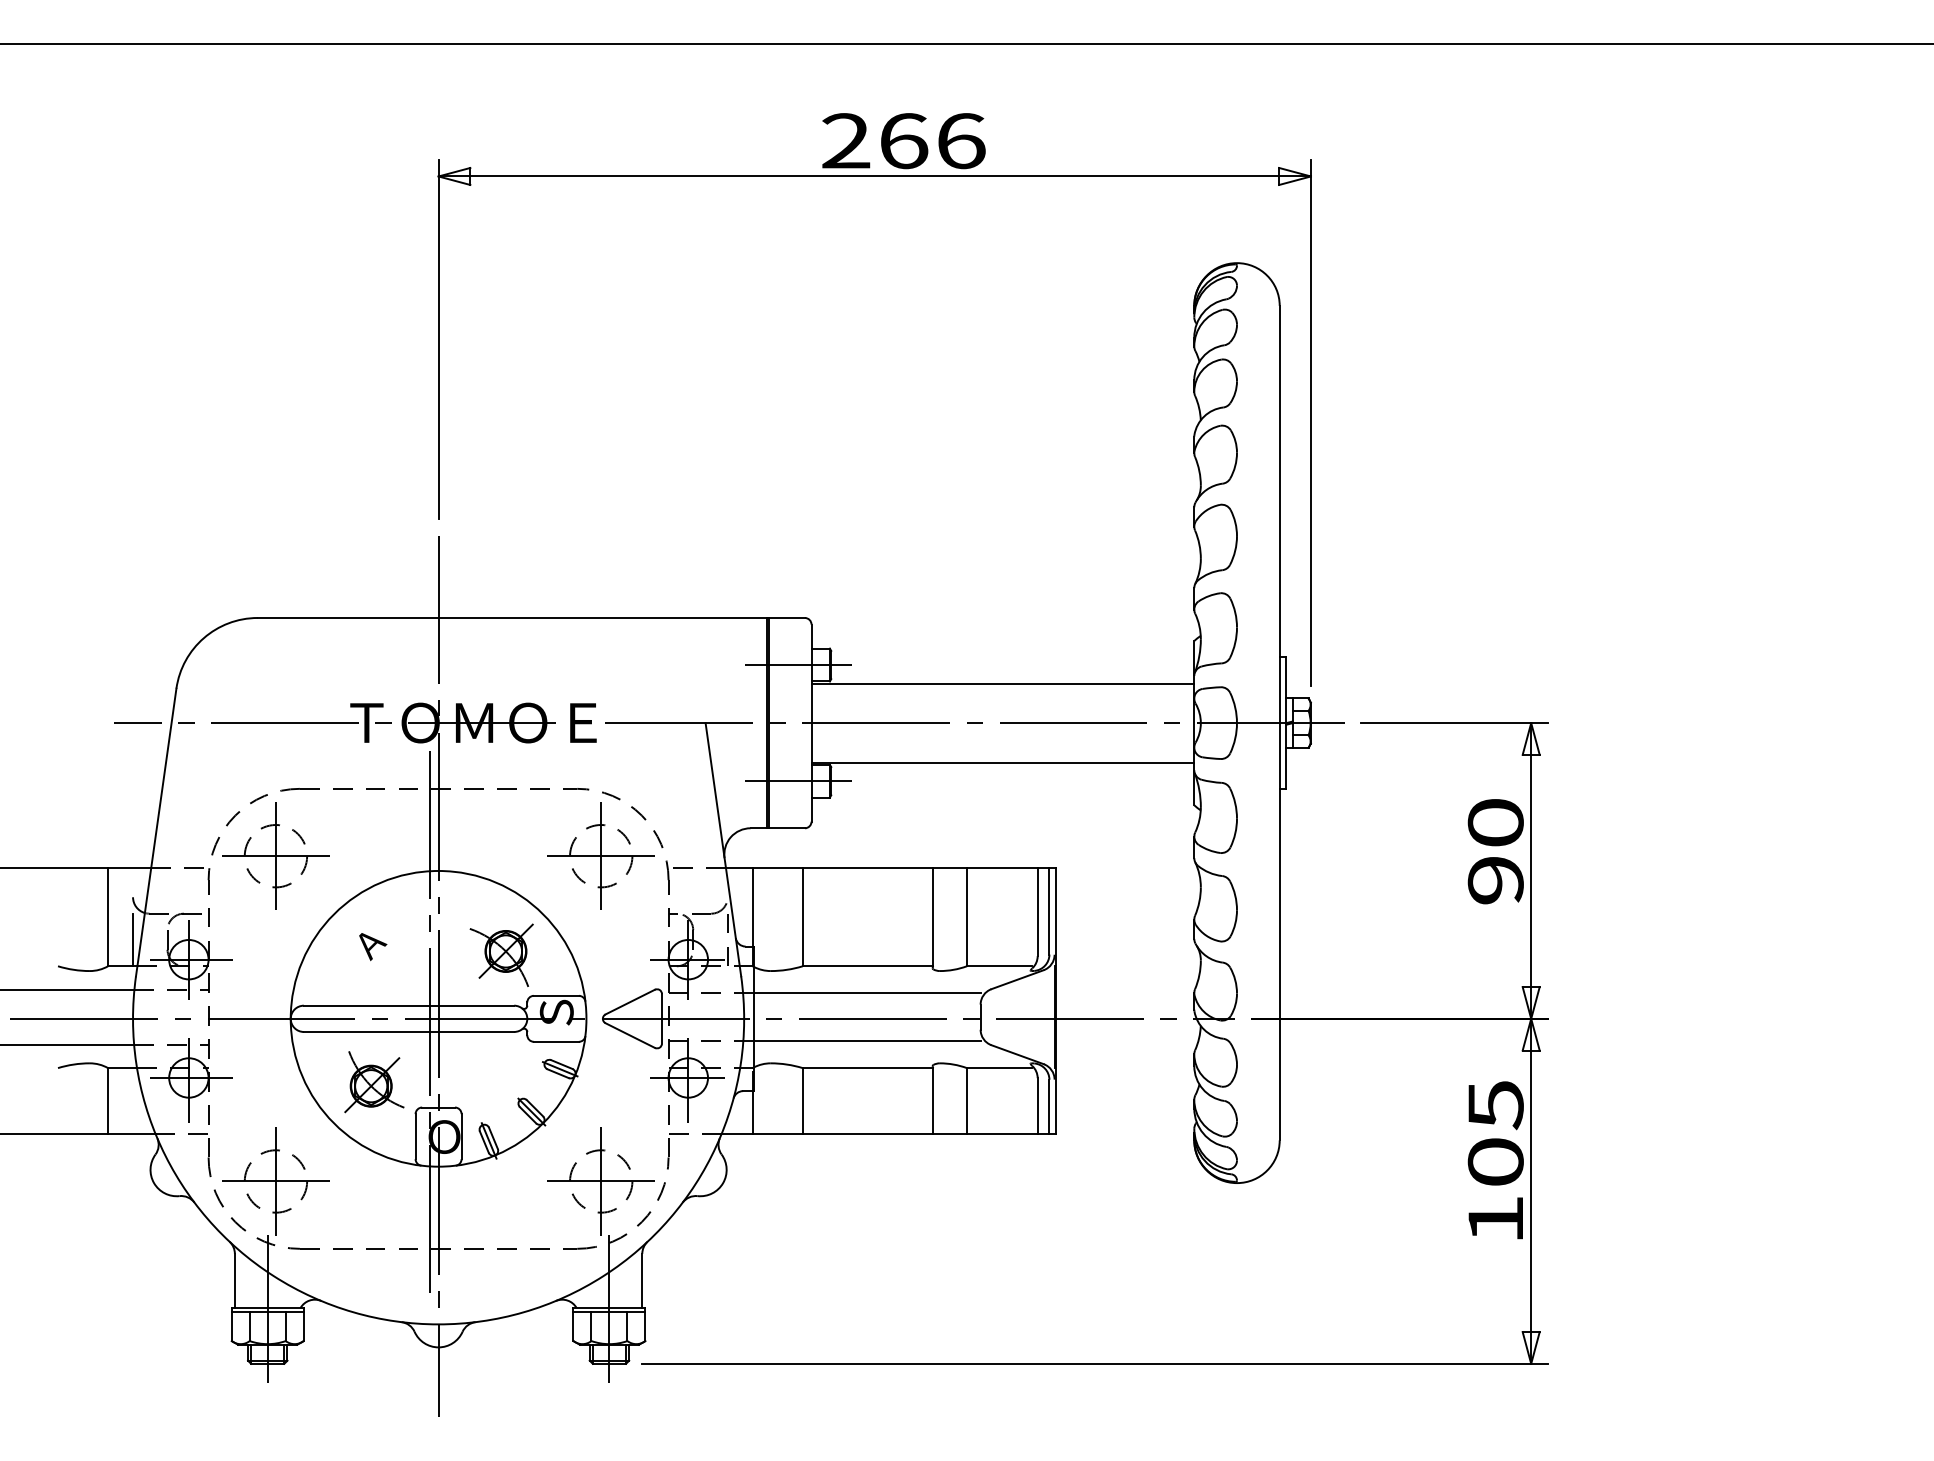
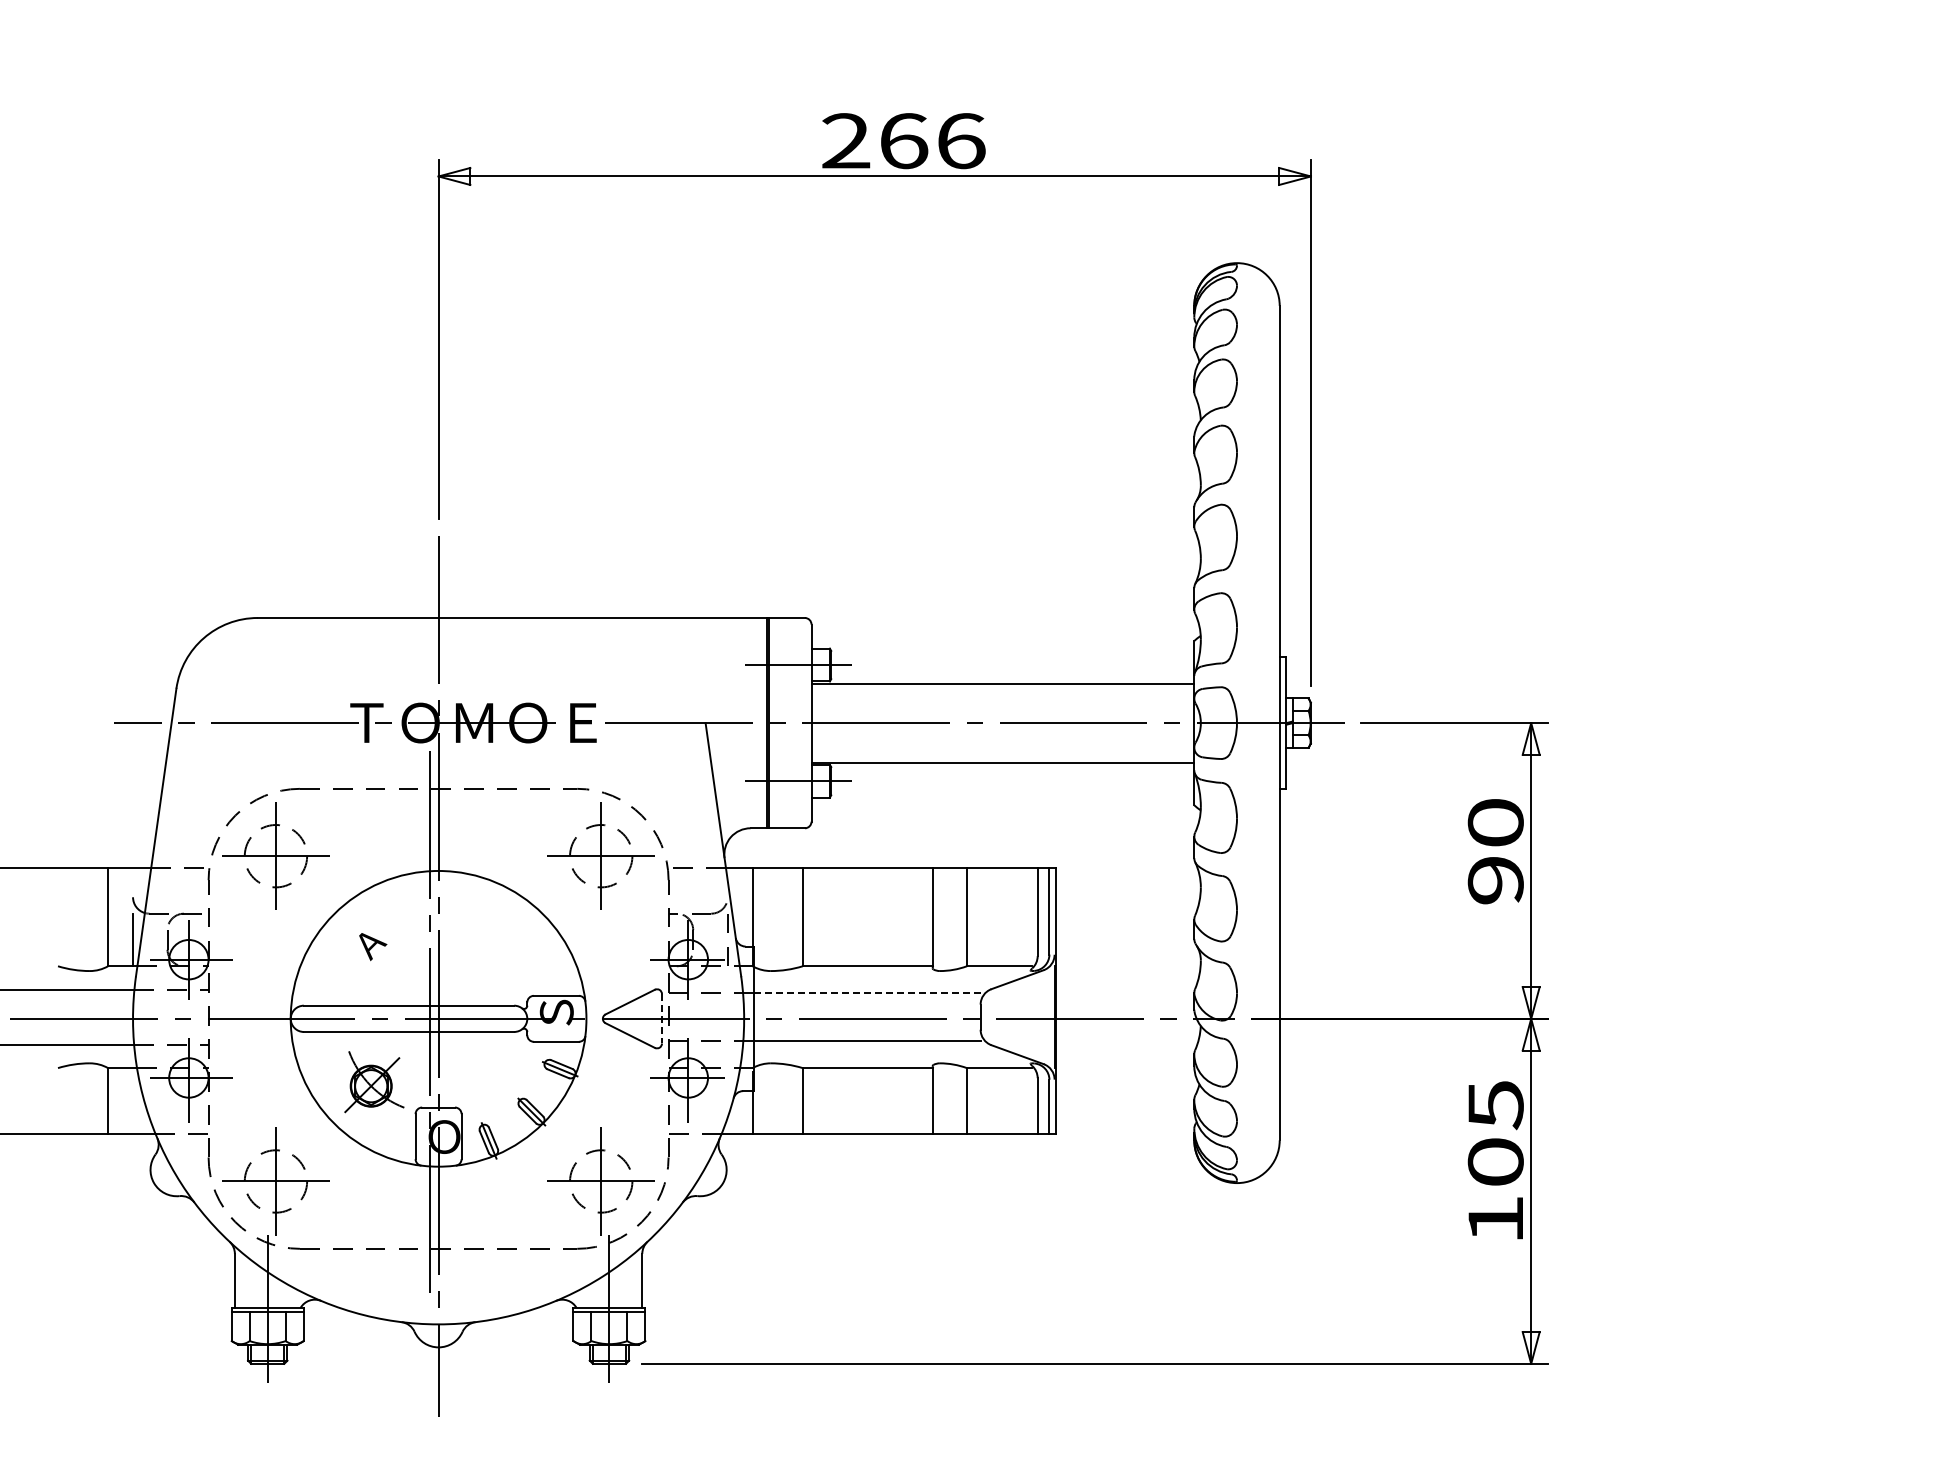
line at (966, 43): present -> none
part at (501, 954): present -> none
line at (866, 993): solid -> dashed
line at (662, 1018): solid -> dashed
